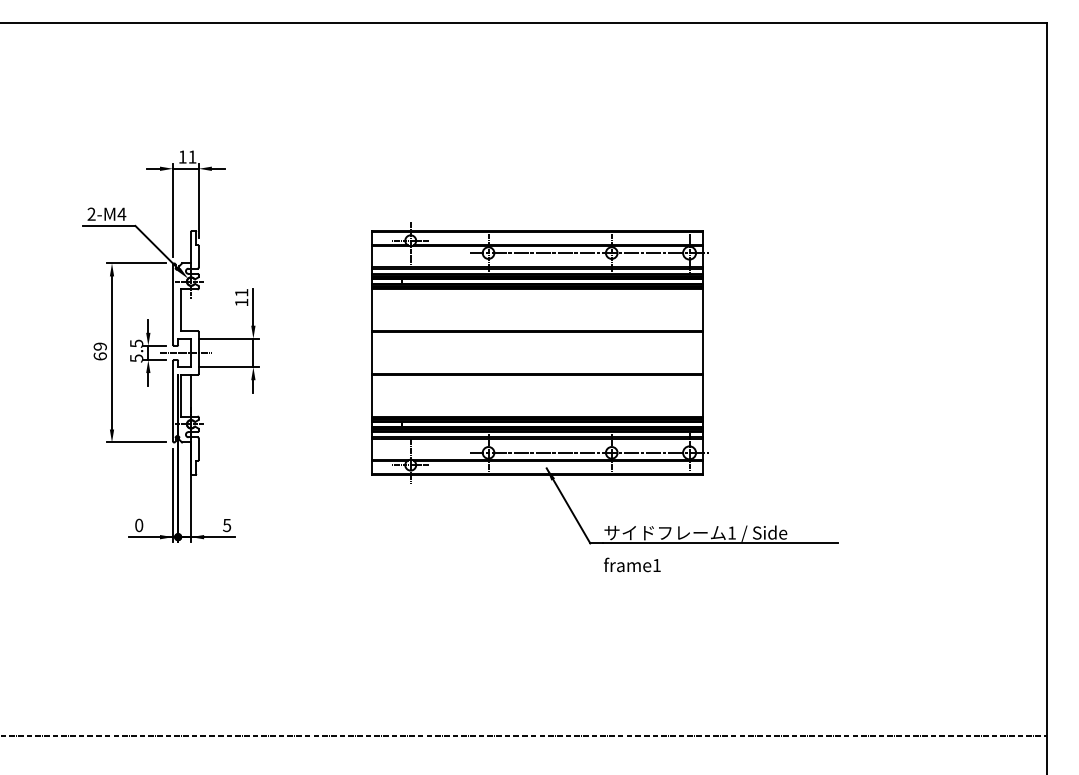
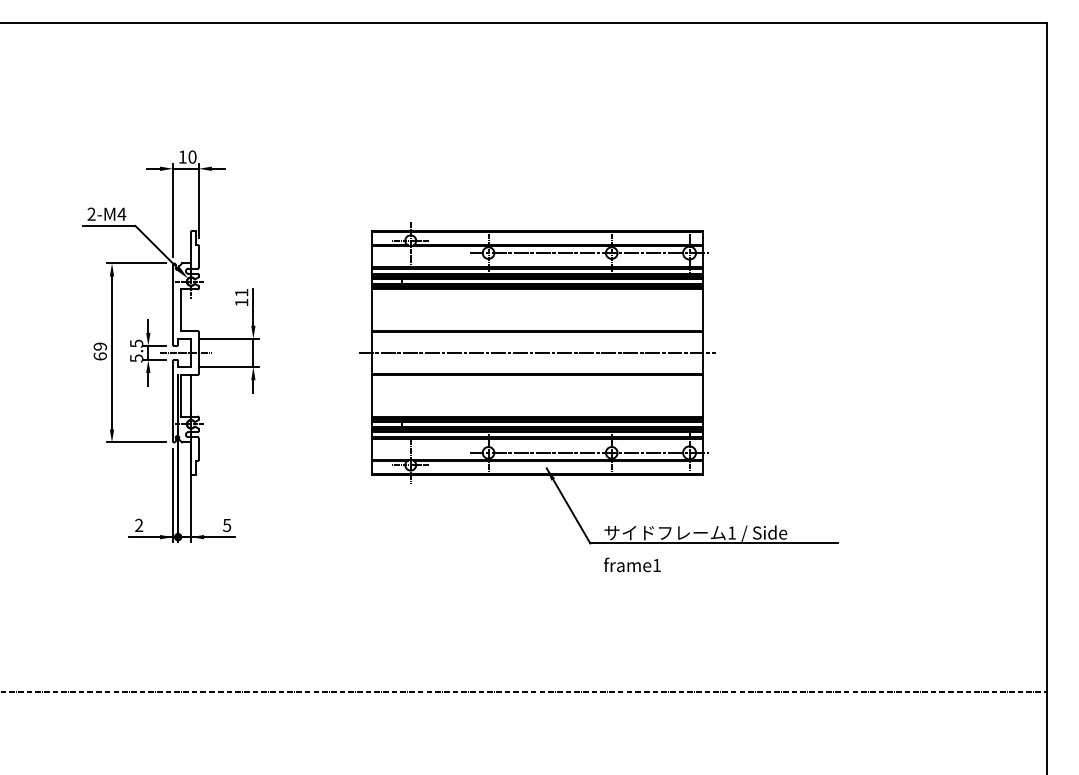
text at (192, 156): 11 -> 10
line at (536, 352): none -> present
text at (139, 525): 0 -> 2
line at (524, 736) position: (524, 736) -> (524, 692)
